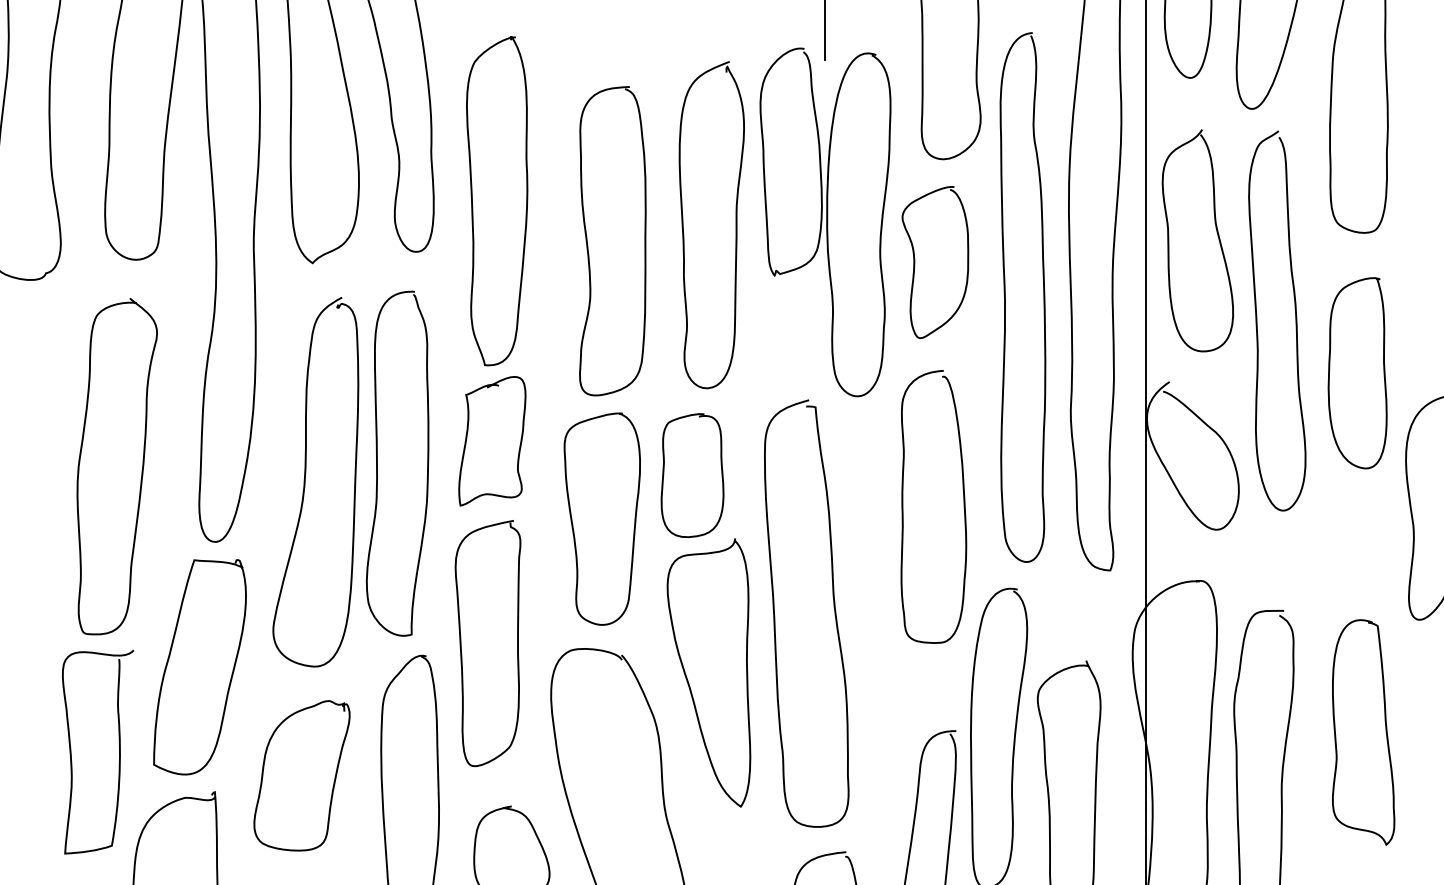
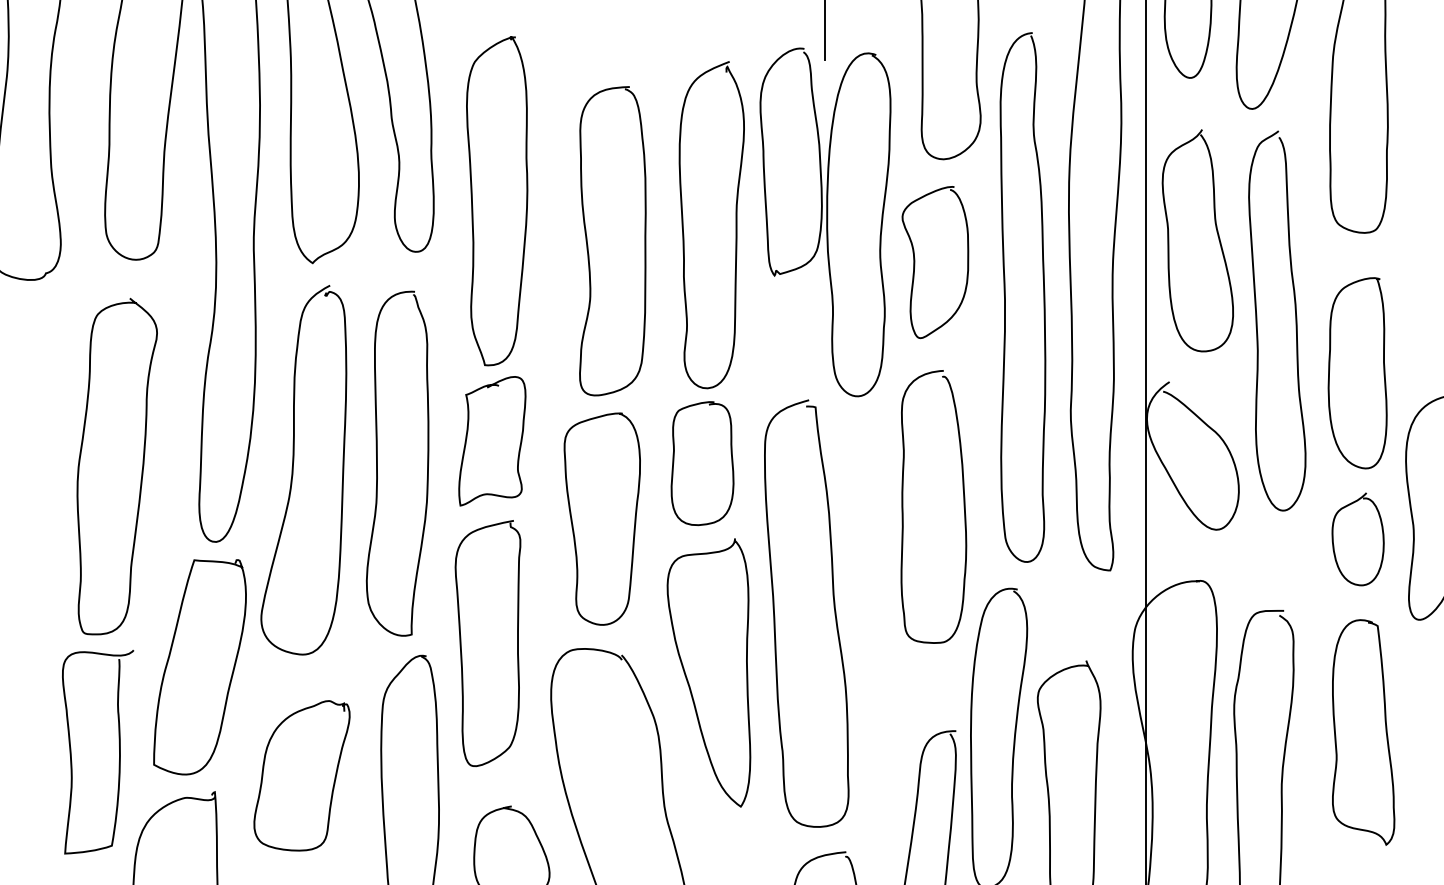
curve at (664, 475) position: (664, 475) -> (674, 463)
curve at (305, 482) position: (305, 482) -> (293, 470)
curve at (1334, 545): none -> present
